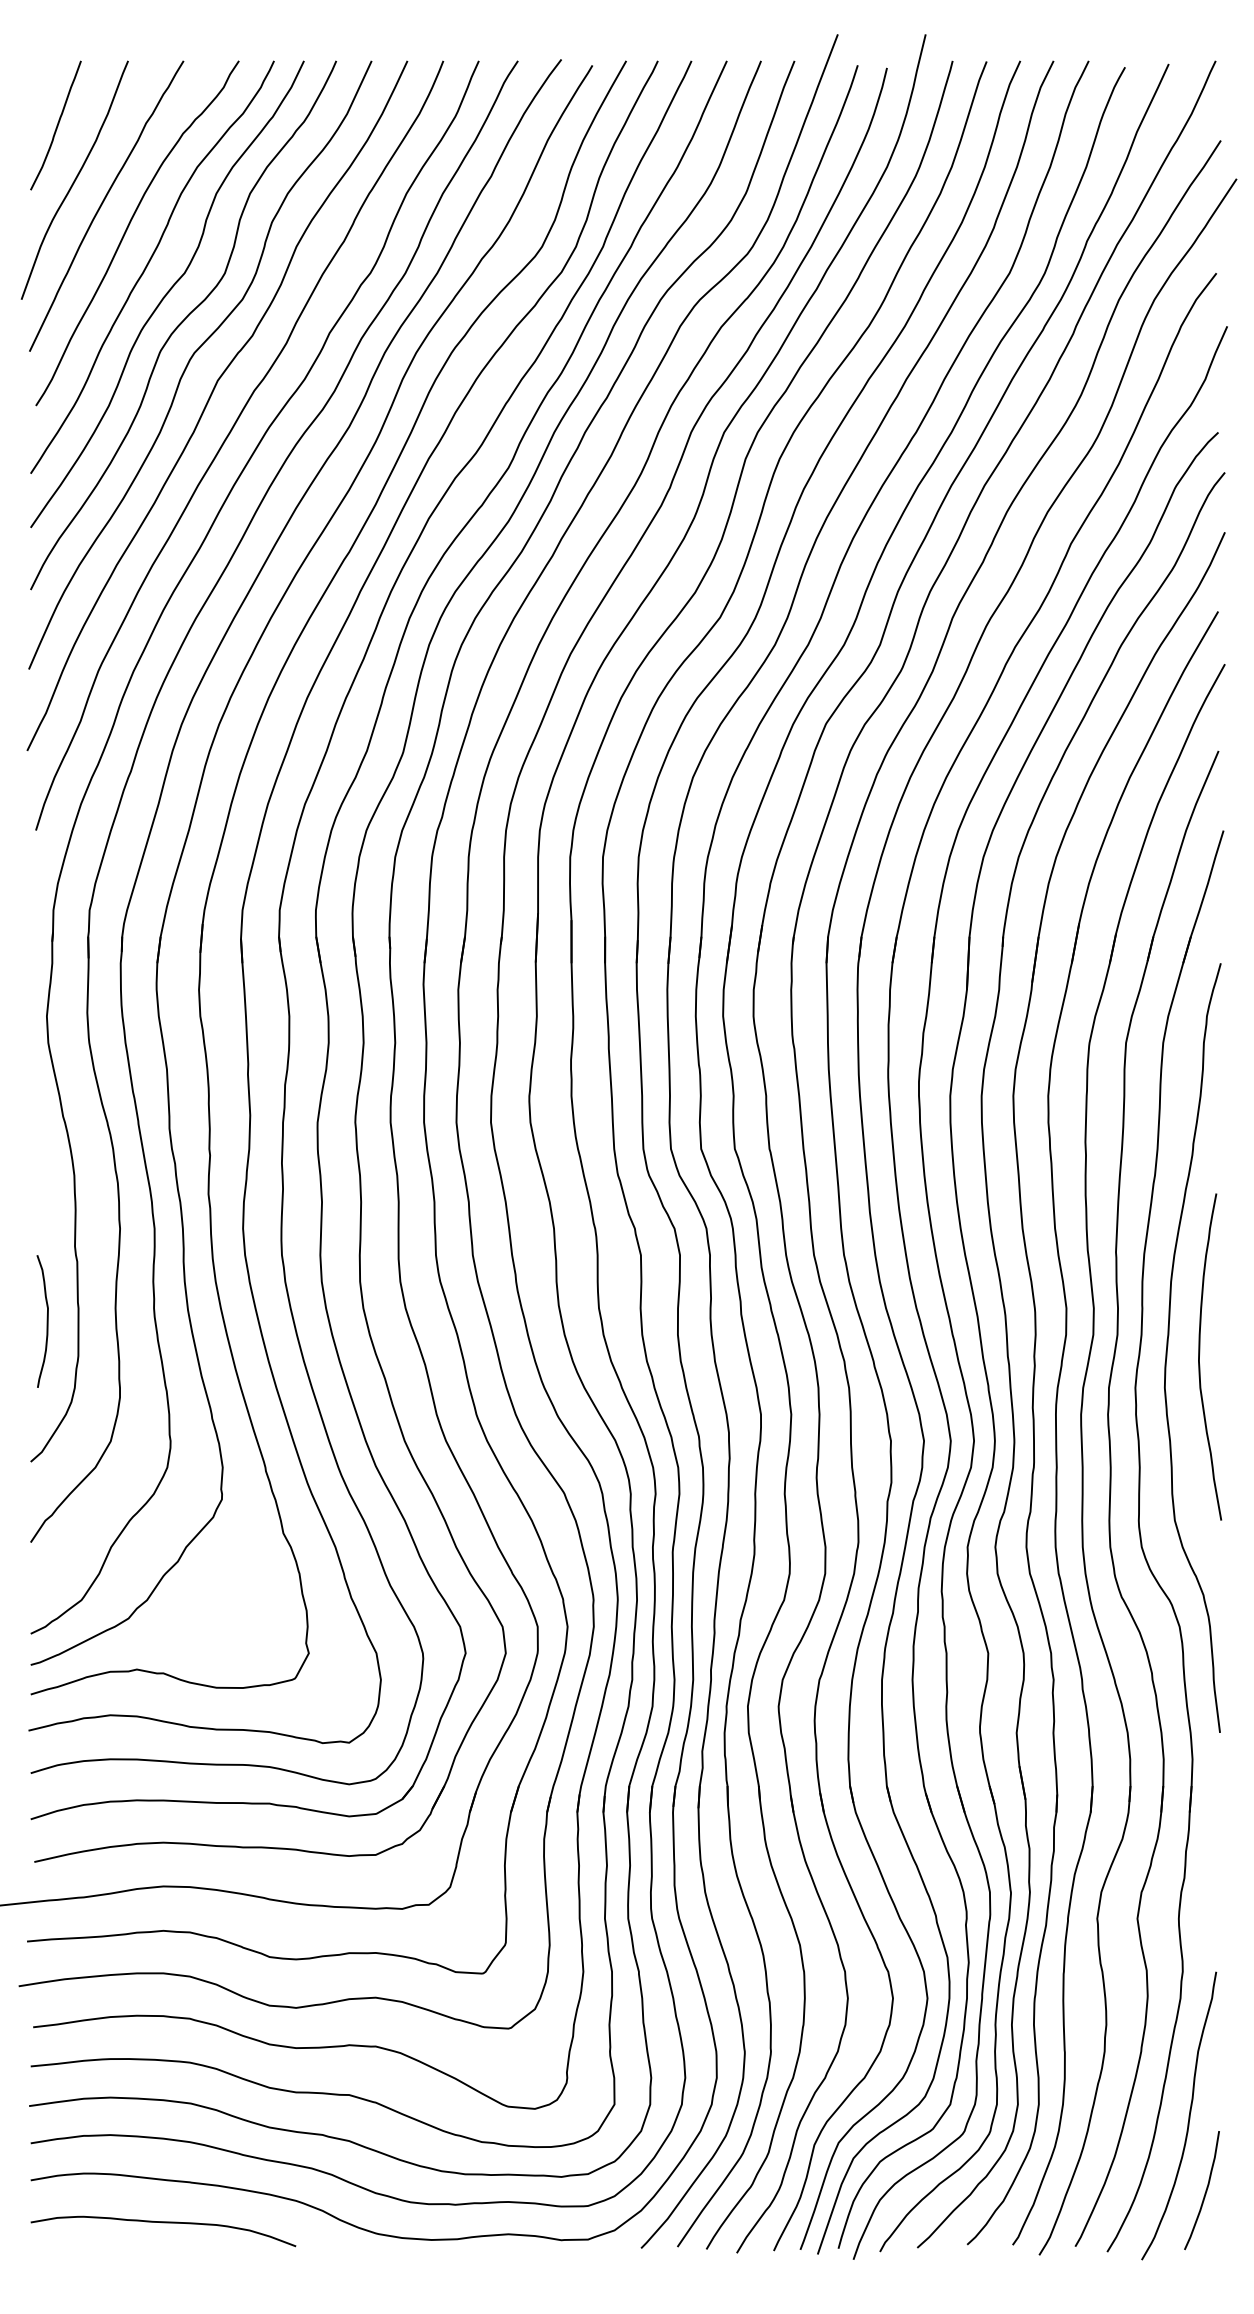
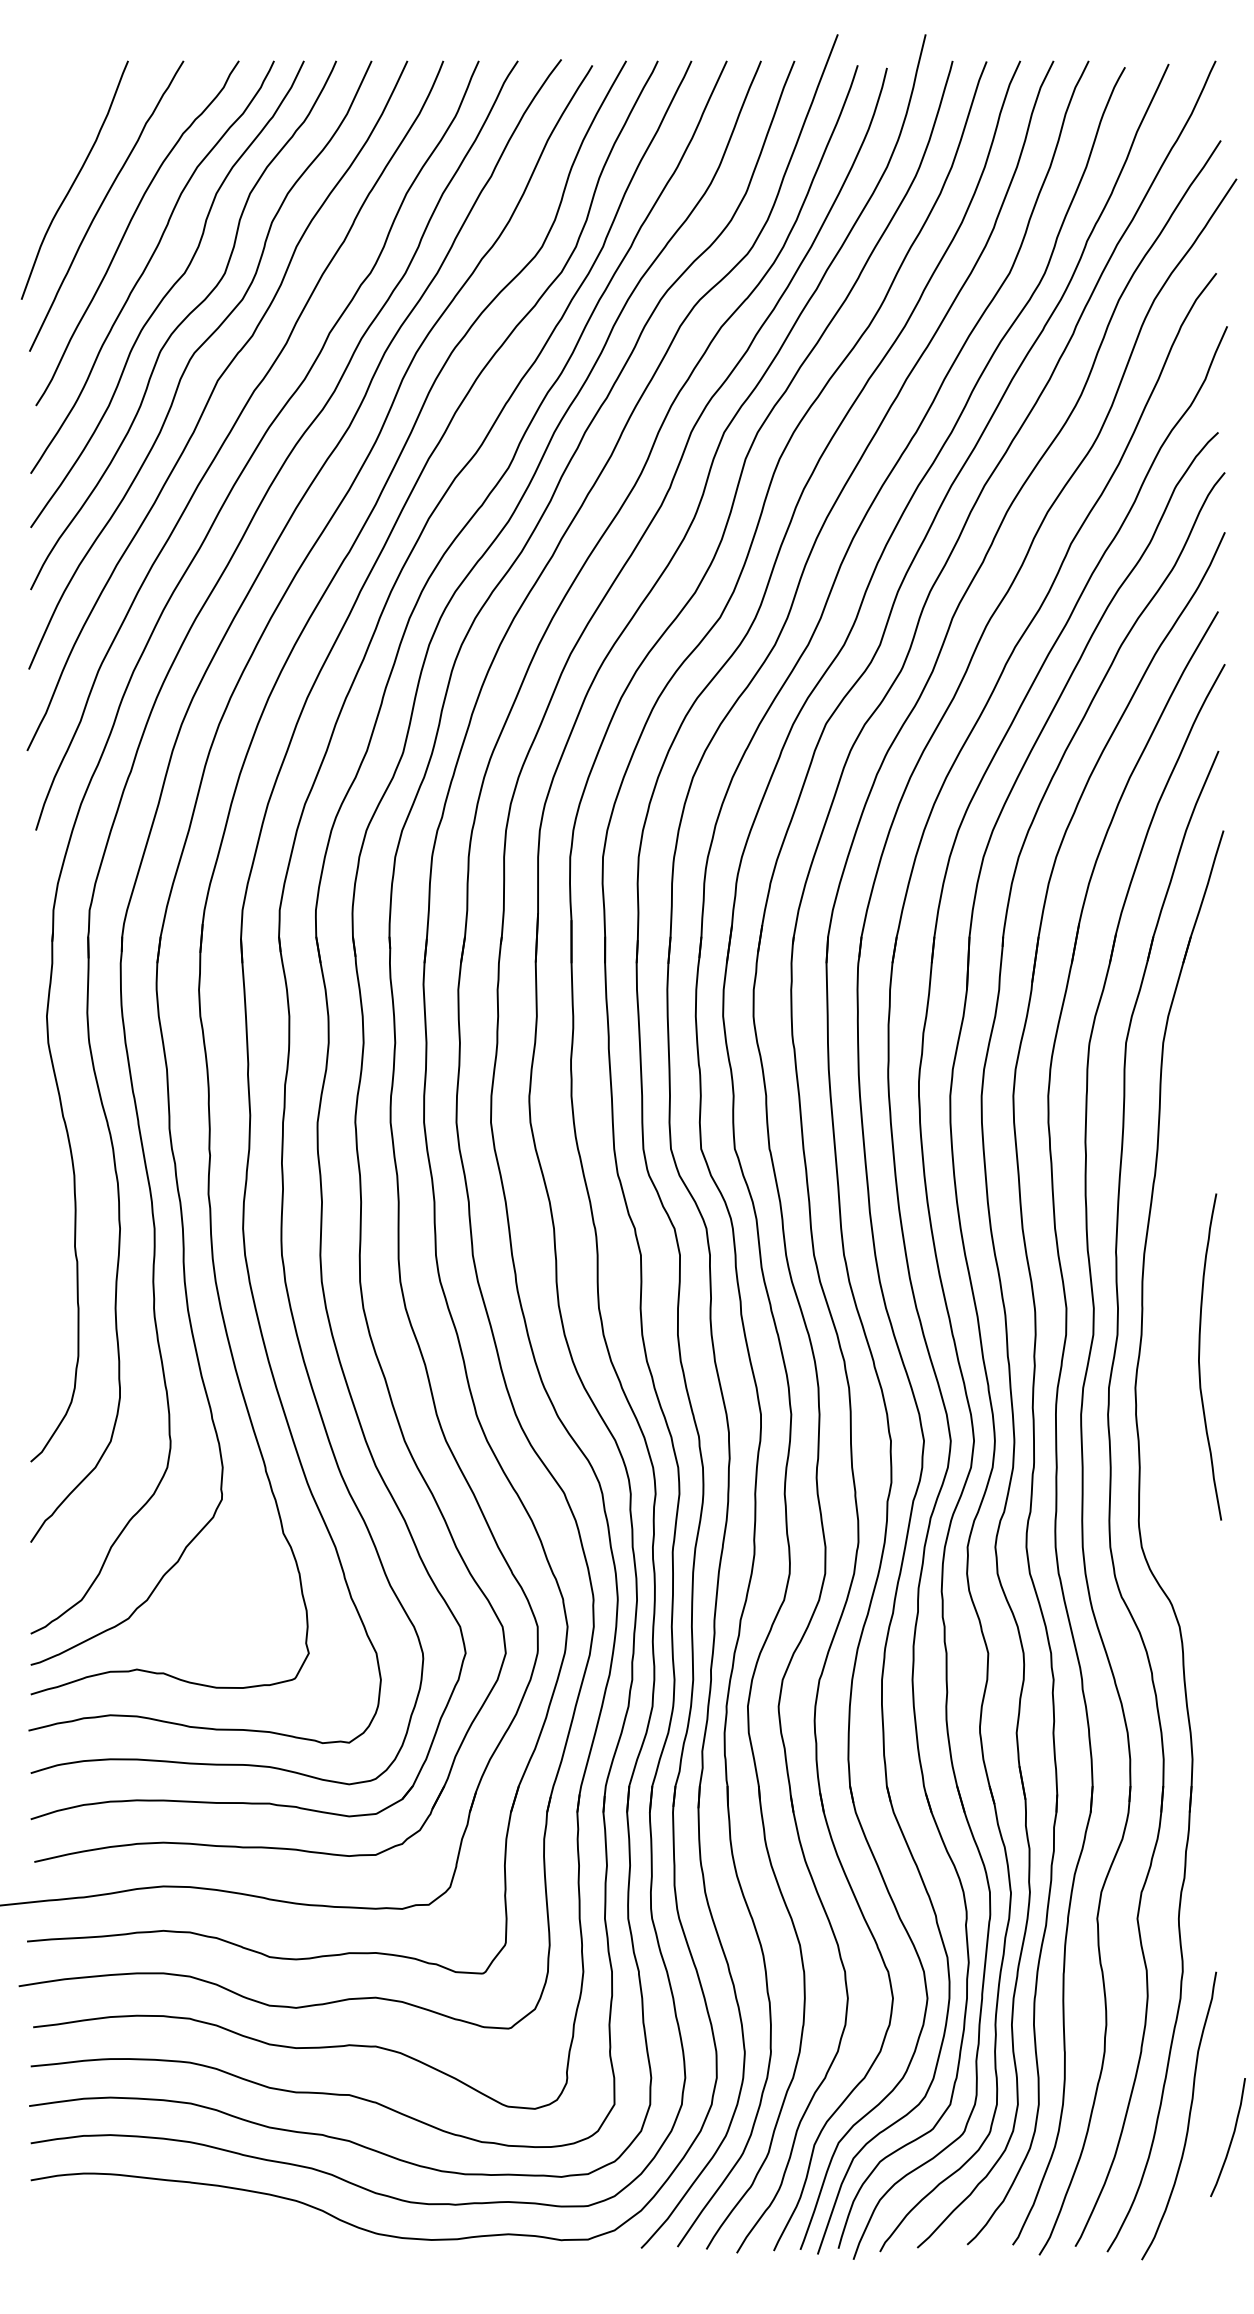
curve at (56, 125): present -> none
curve at (46, 1321): present -> none
curve at (1168, 1346): present -> none
curve at (1205, 2190) position: (1205, 2190) -> (1231, 2137)
curve at (163, 2223): present -> none
